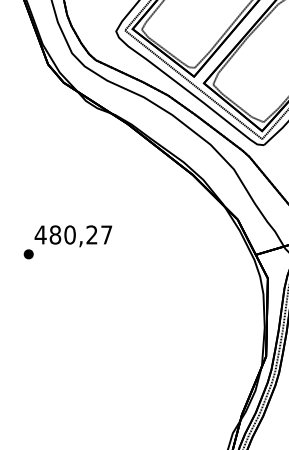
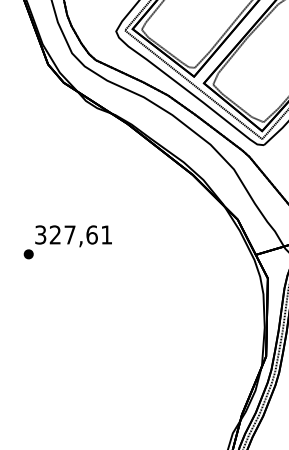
text at (73, 234): 480,27 -> 327,61
